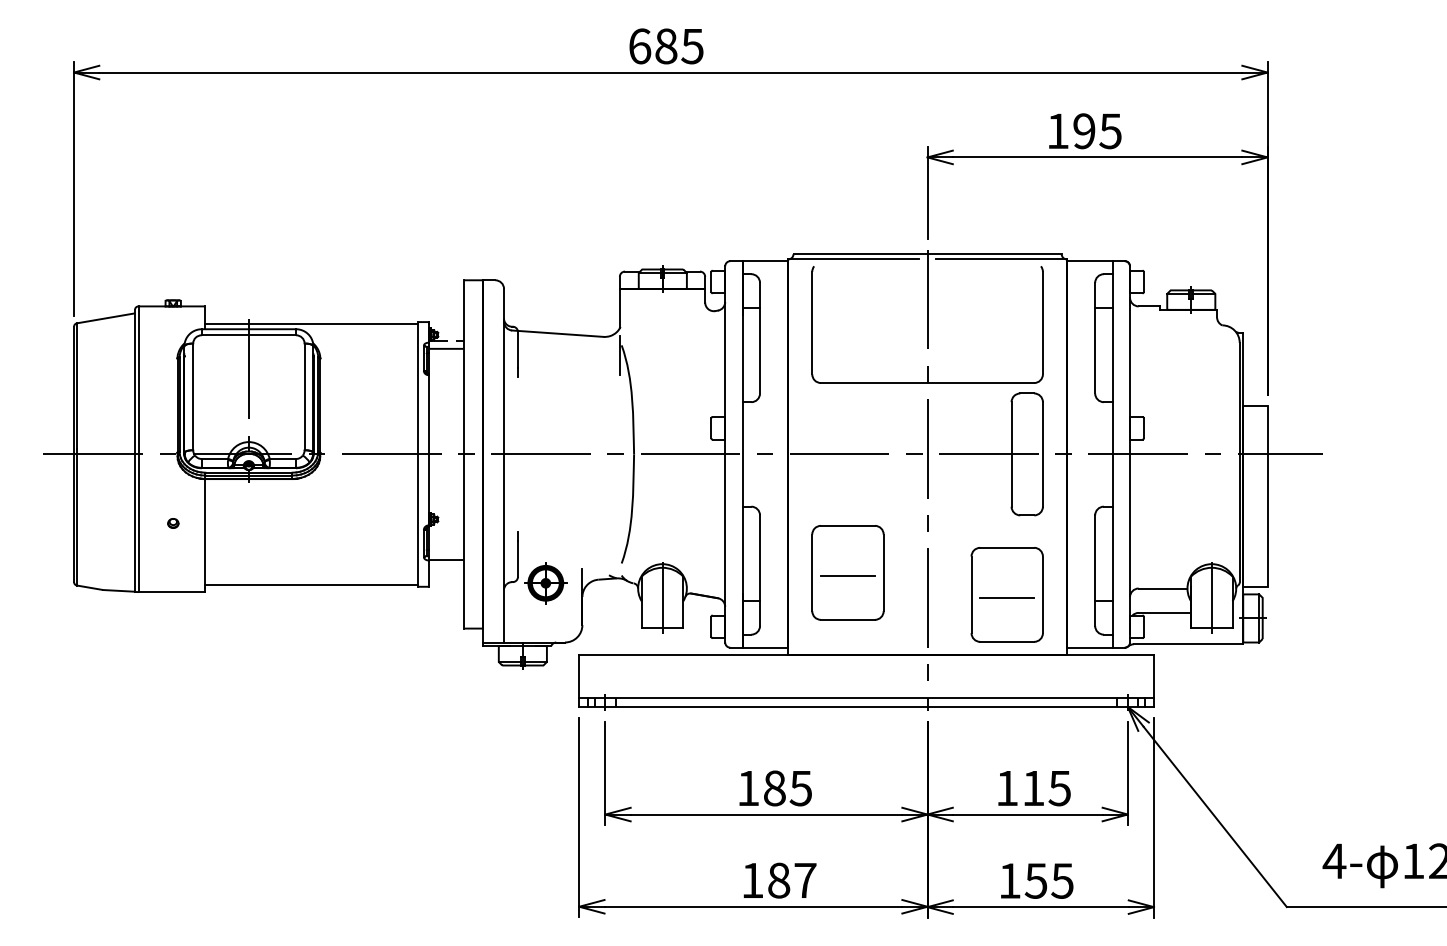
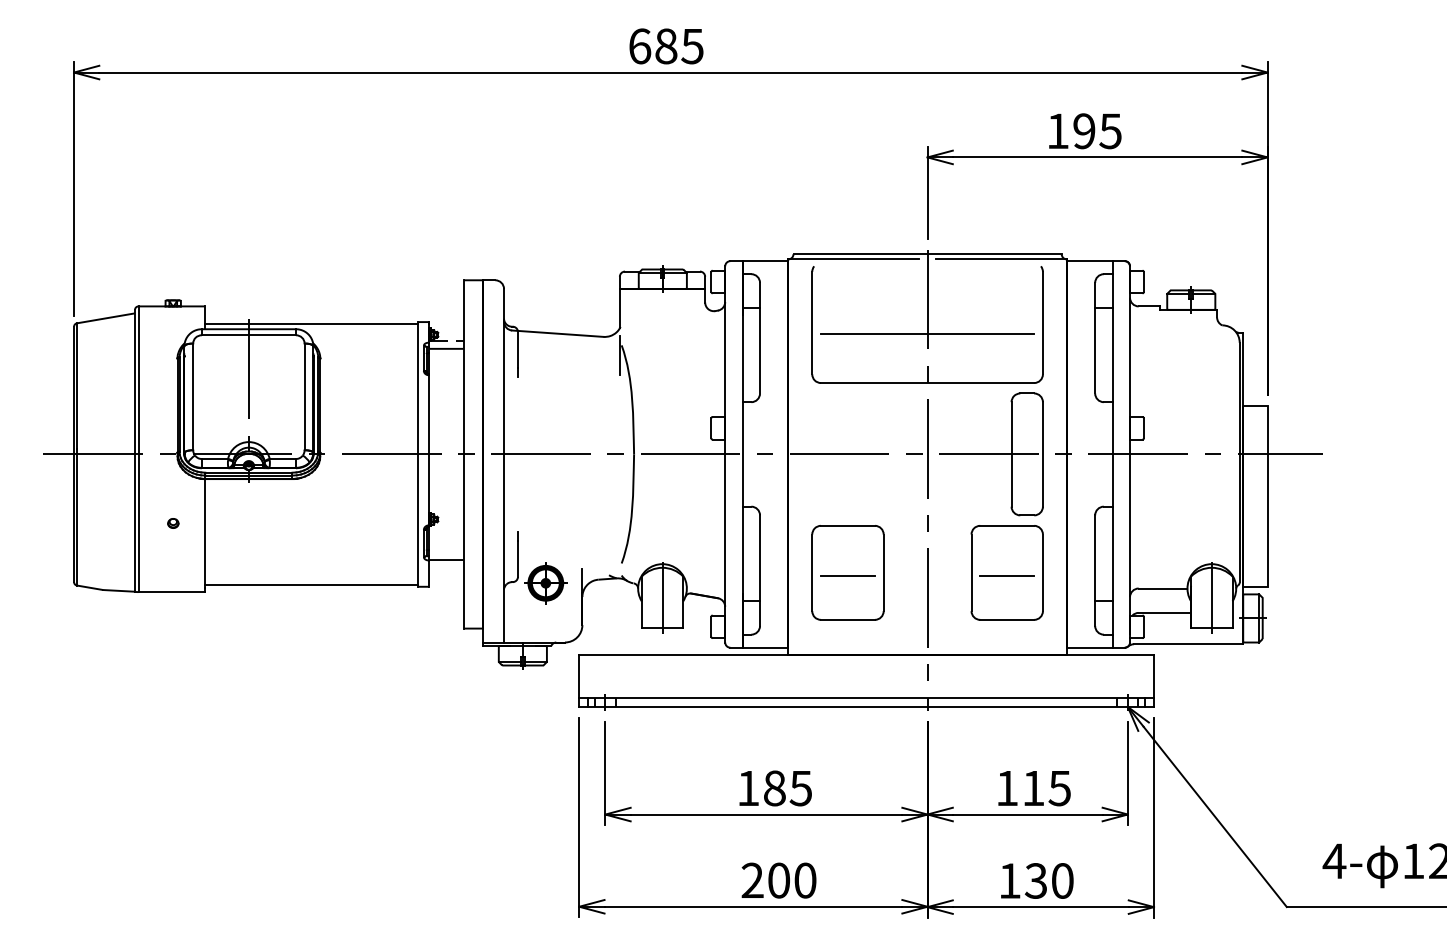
line at (927, 333): none -> present
part at (1006, 594) position: (1006, 594) -> (1006, 572)
text at (778, 880): 187 -> 200
text at (1049, 880): 155 -> 130
